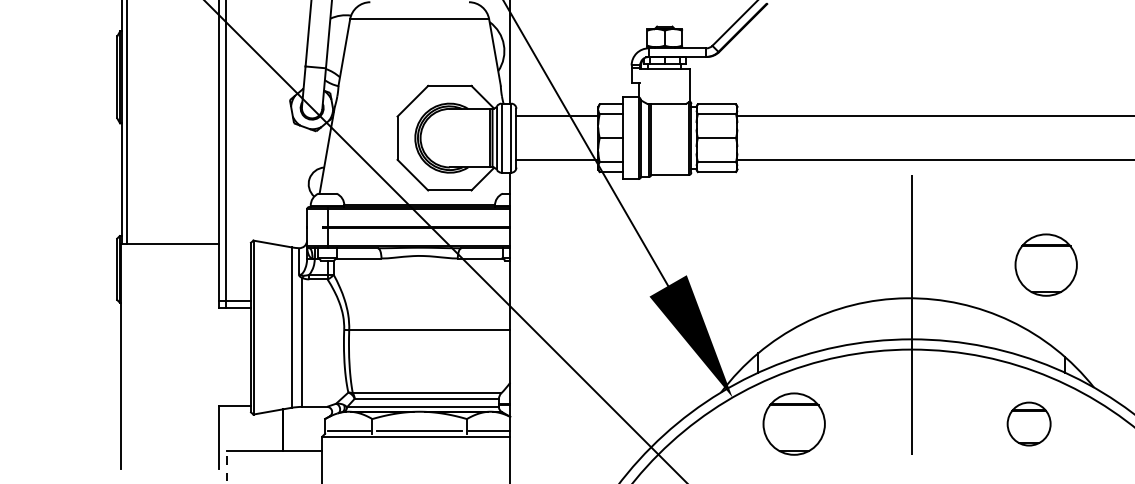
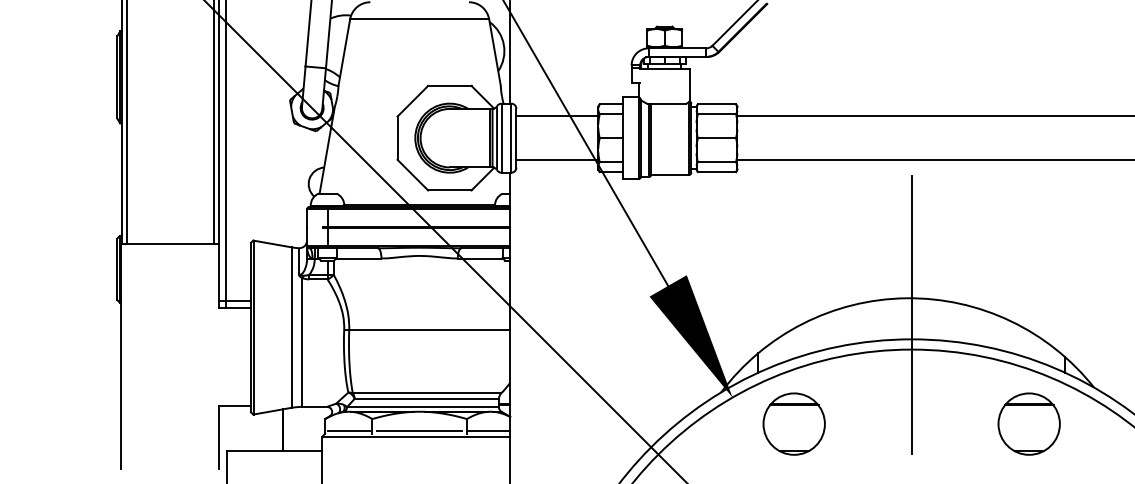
line at (214, 122): none -> present
part at (1045, 264): present -> none
part at (1028, 423) size: 46x46 px -> 64x64 px
line at (227, 467): dashed -> solid
